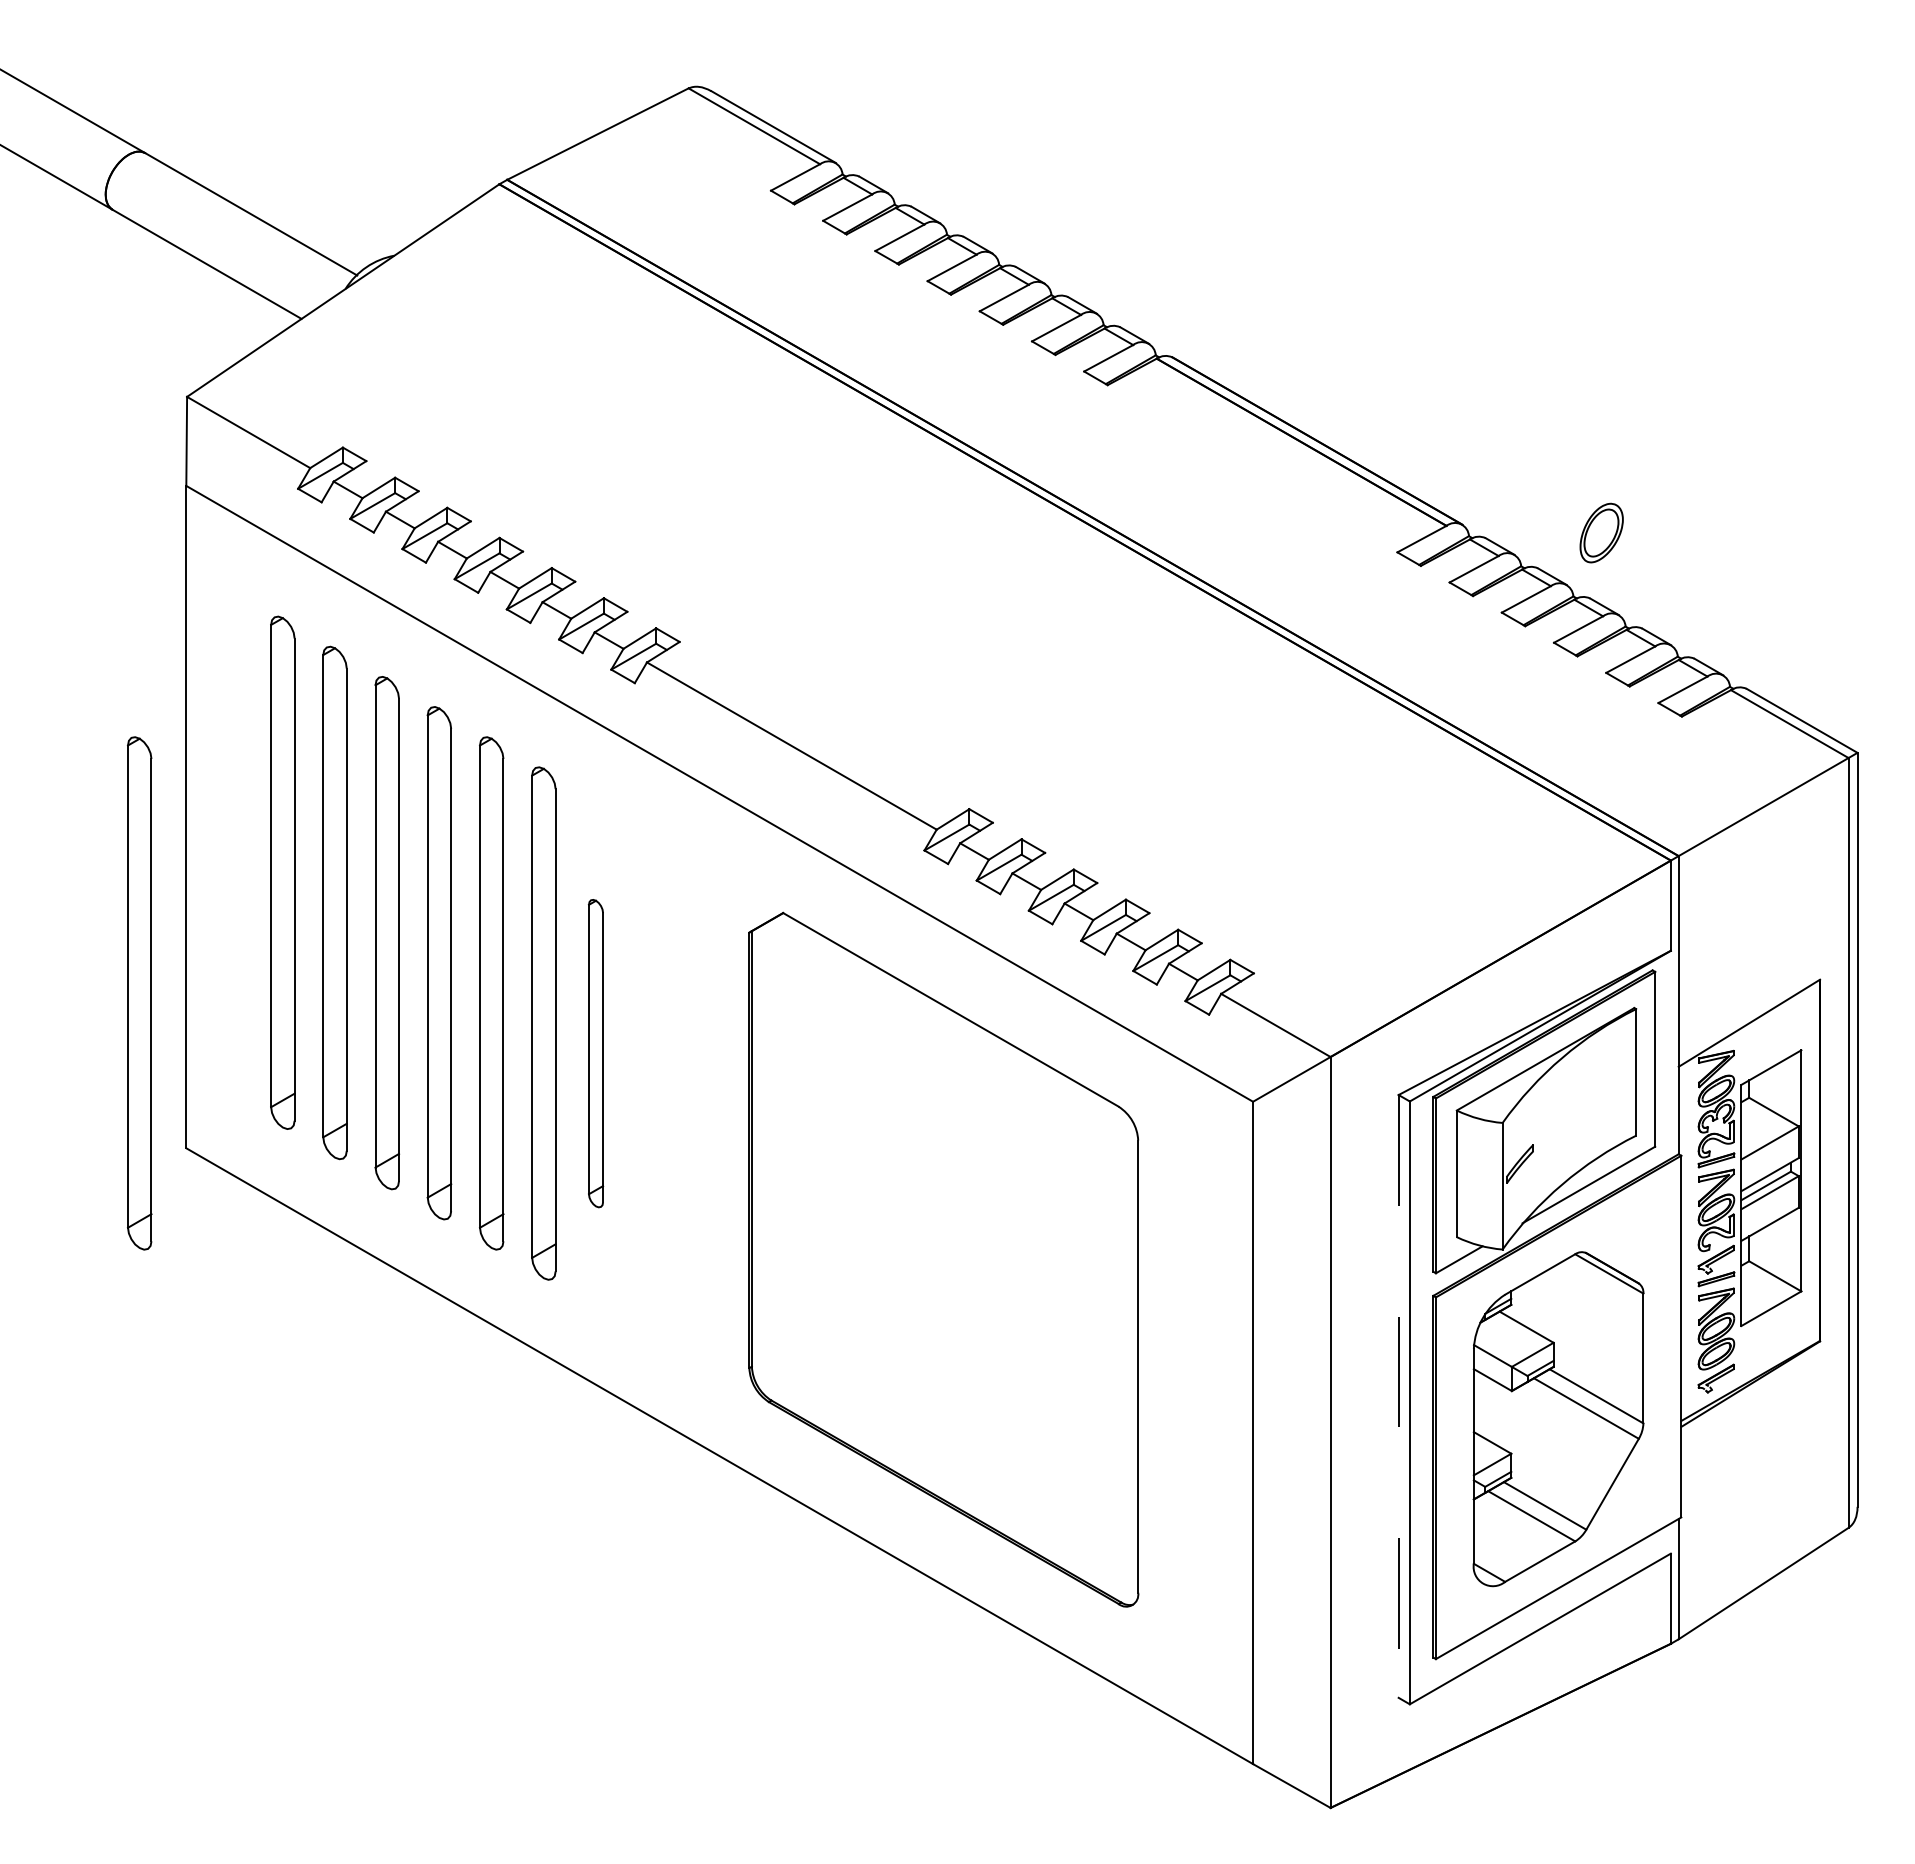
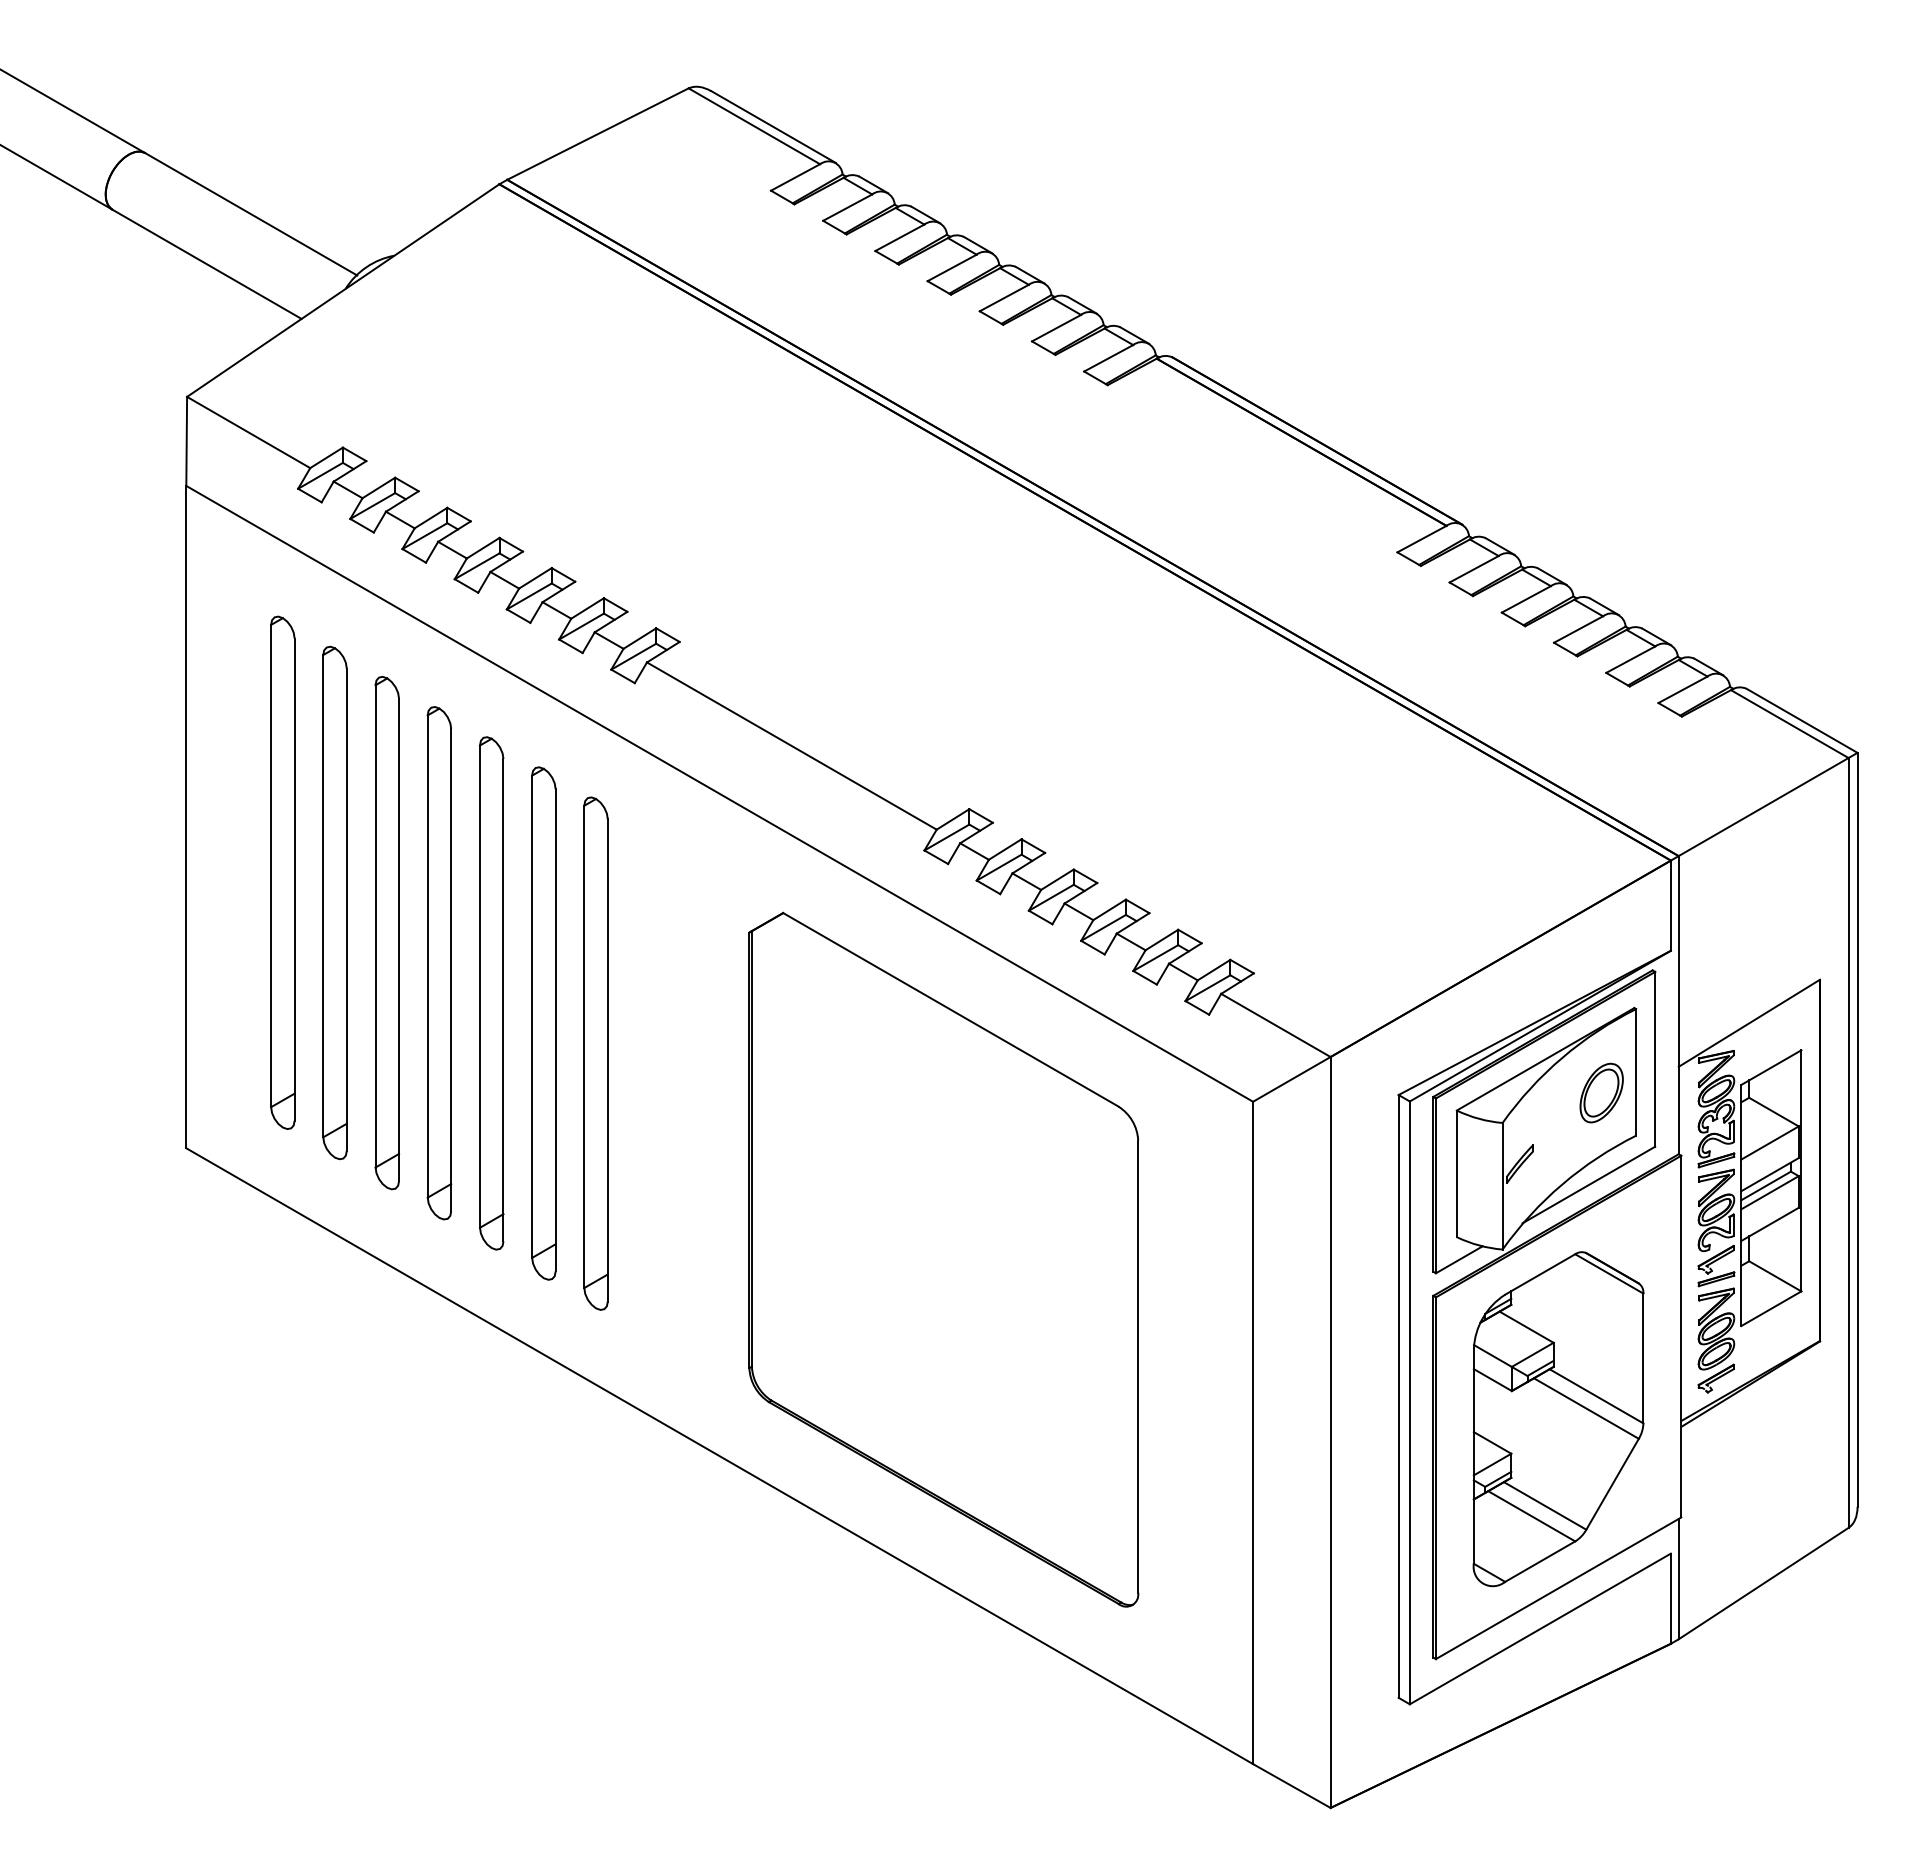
part at (1601, 532) position: (1601, 532) -> (1601, 1092)
part at (139, 993): present -> none
part at (596, 1053) size: 17x310 px -> 26x515 px
line at (1398, 1396): dashed -> solid
